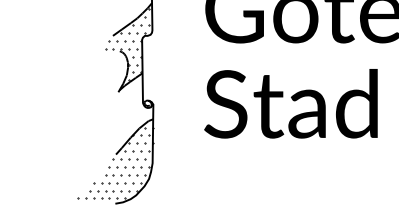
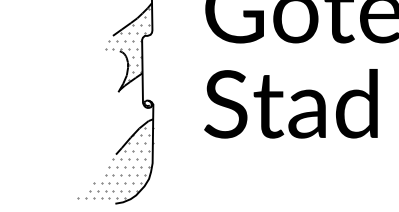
hatch at (126, 44): present -> none
hatch at (114, 162): present -> none
